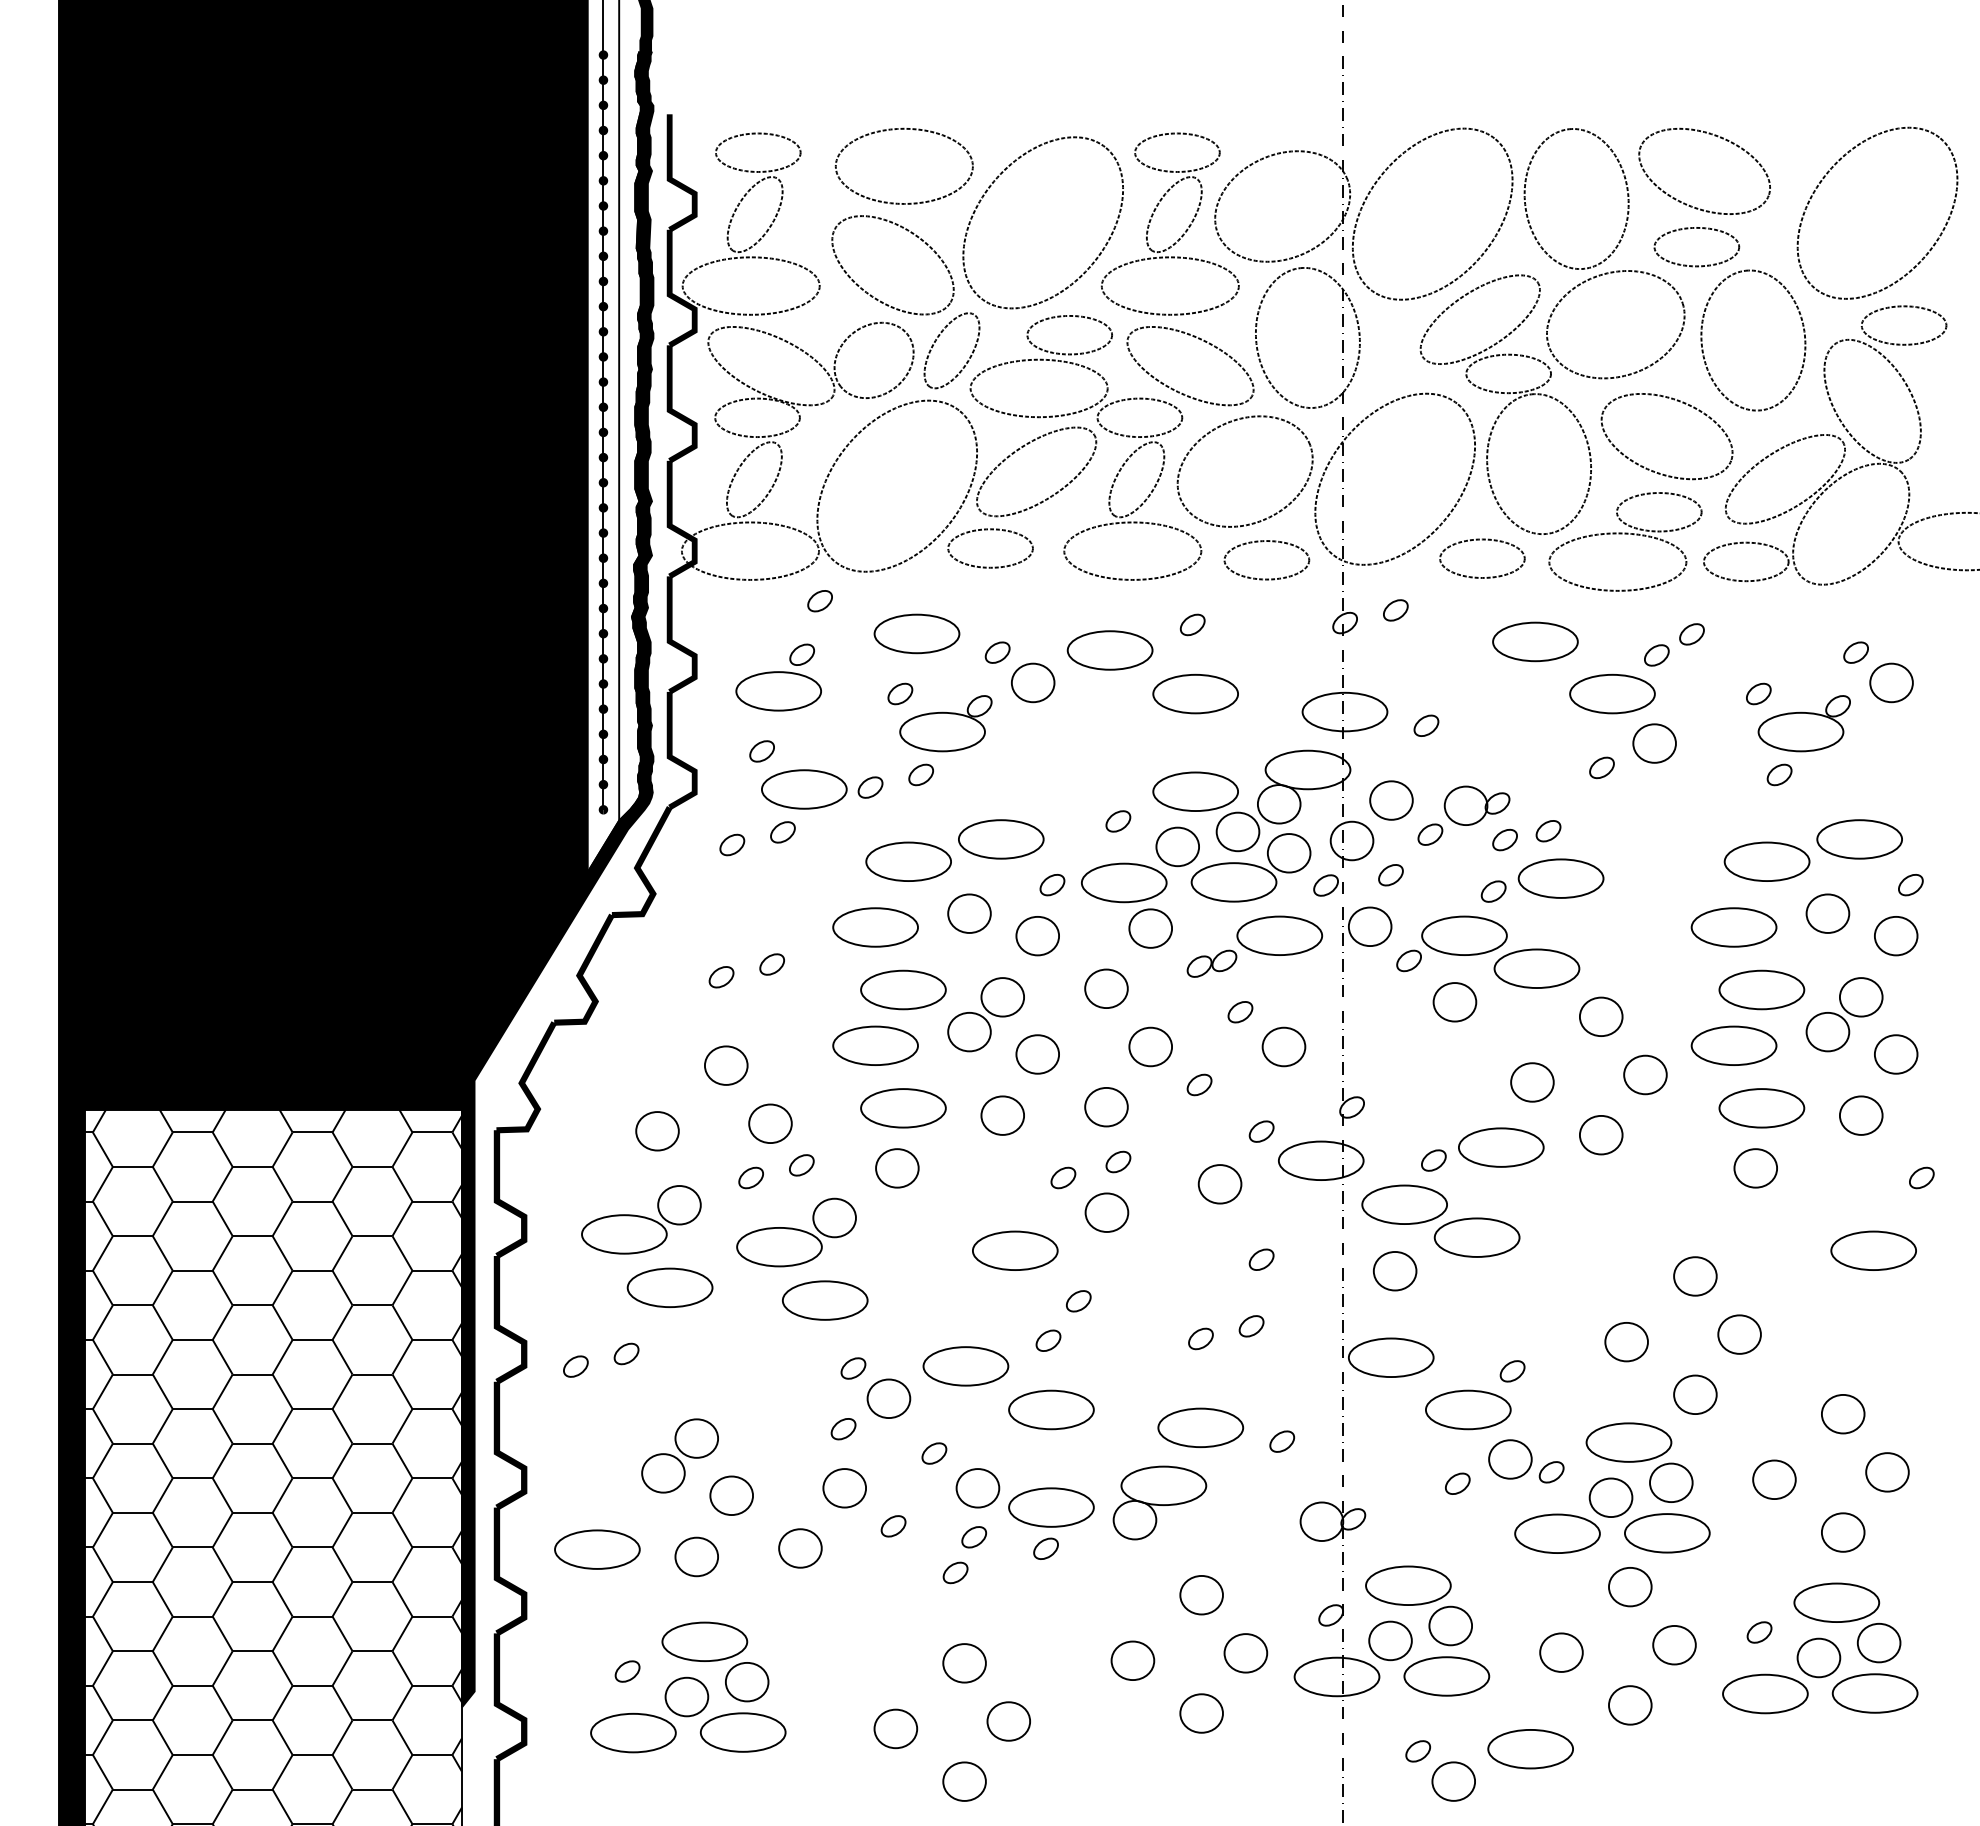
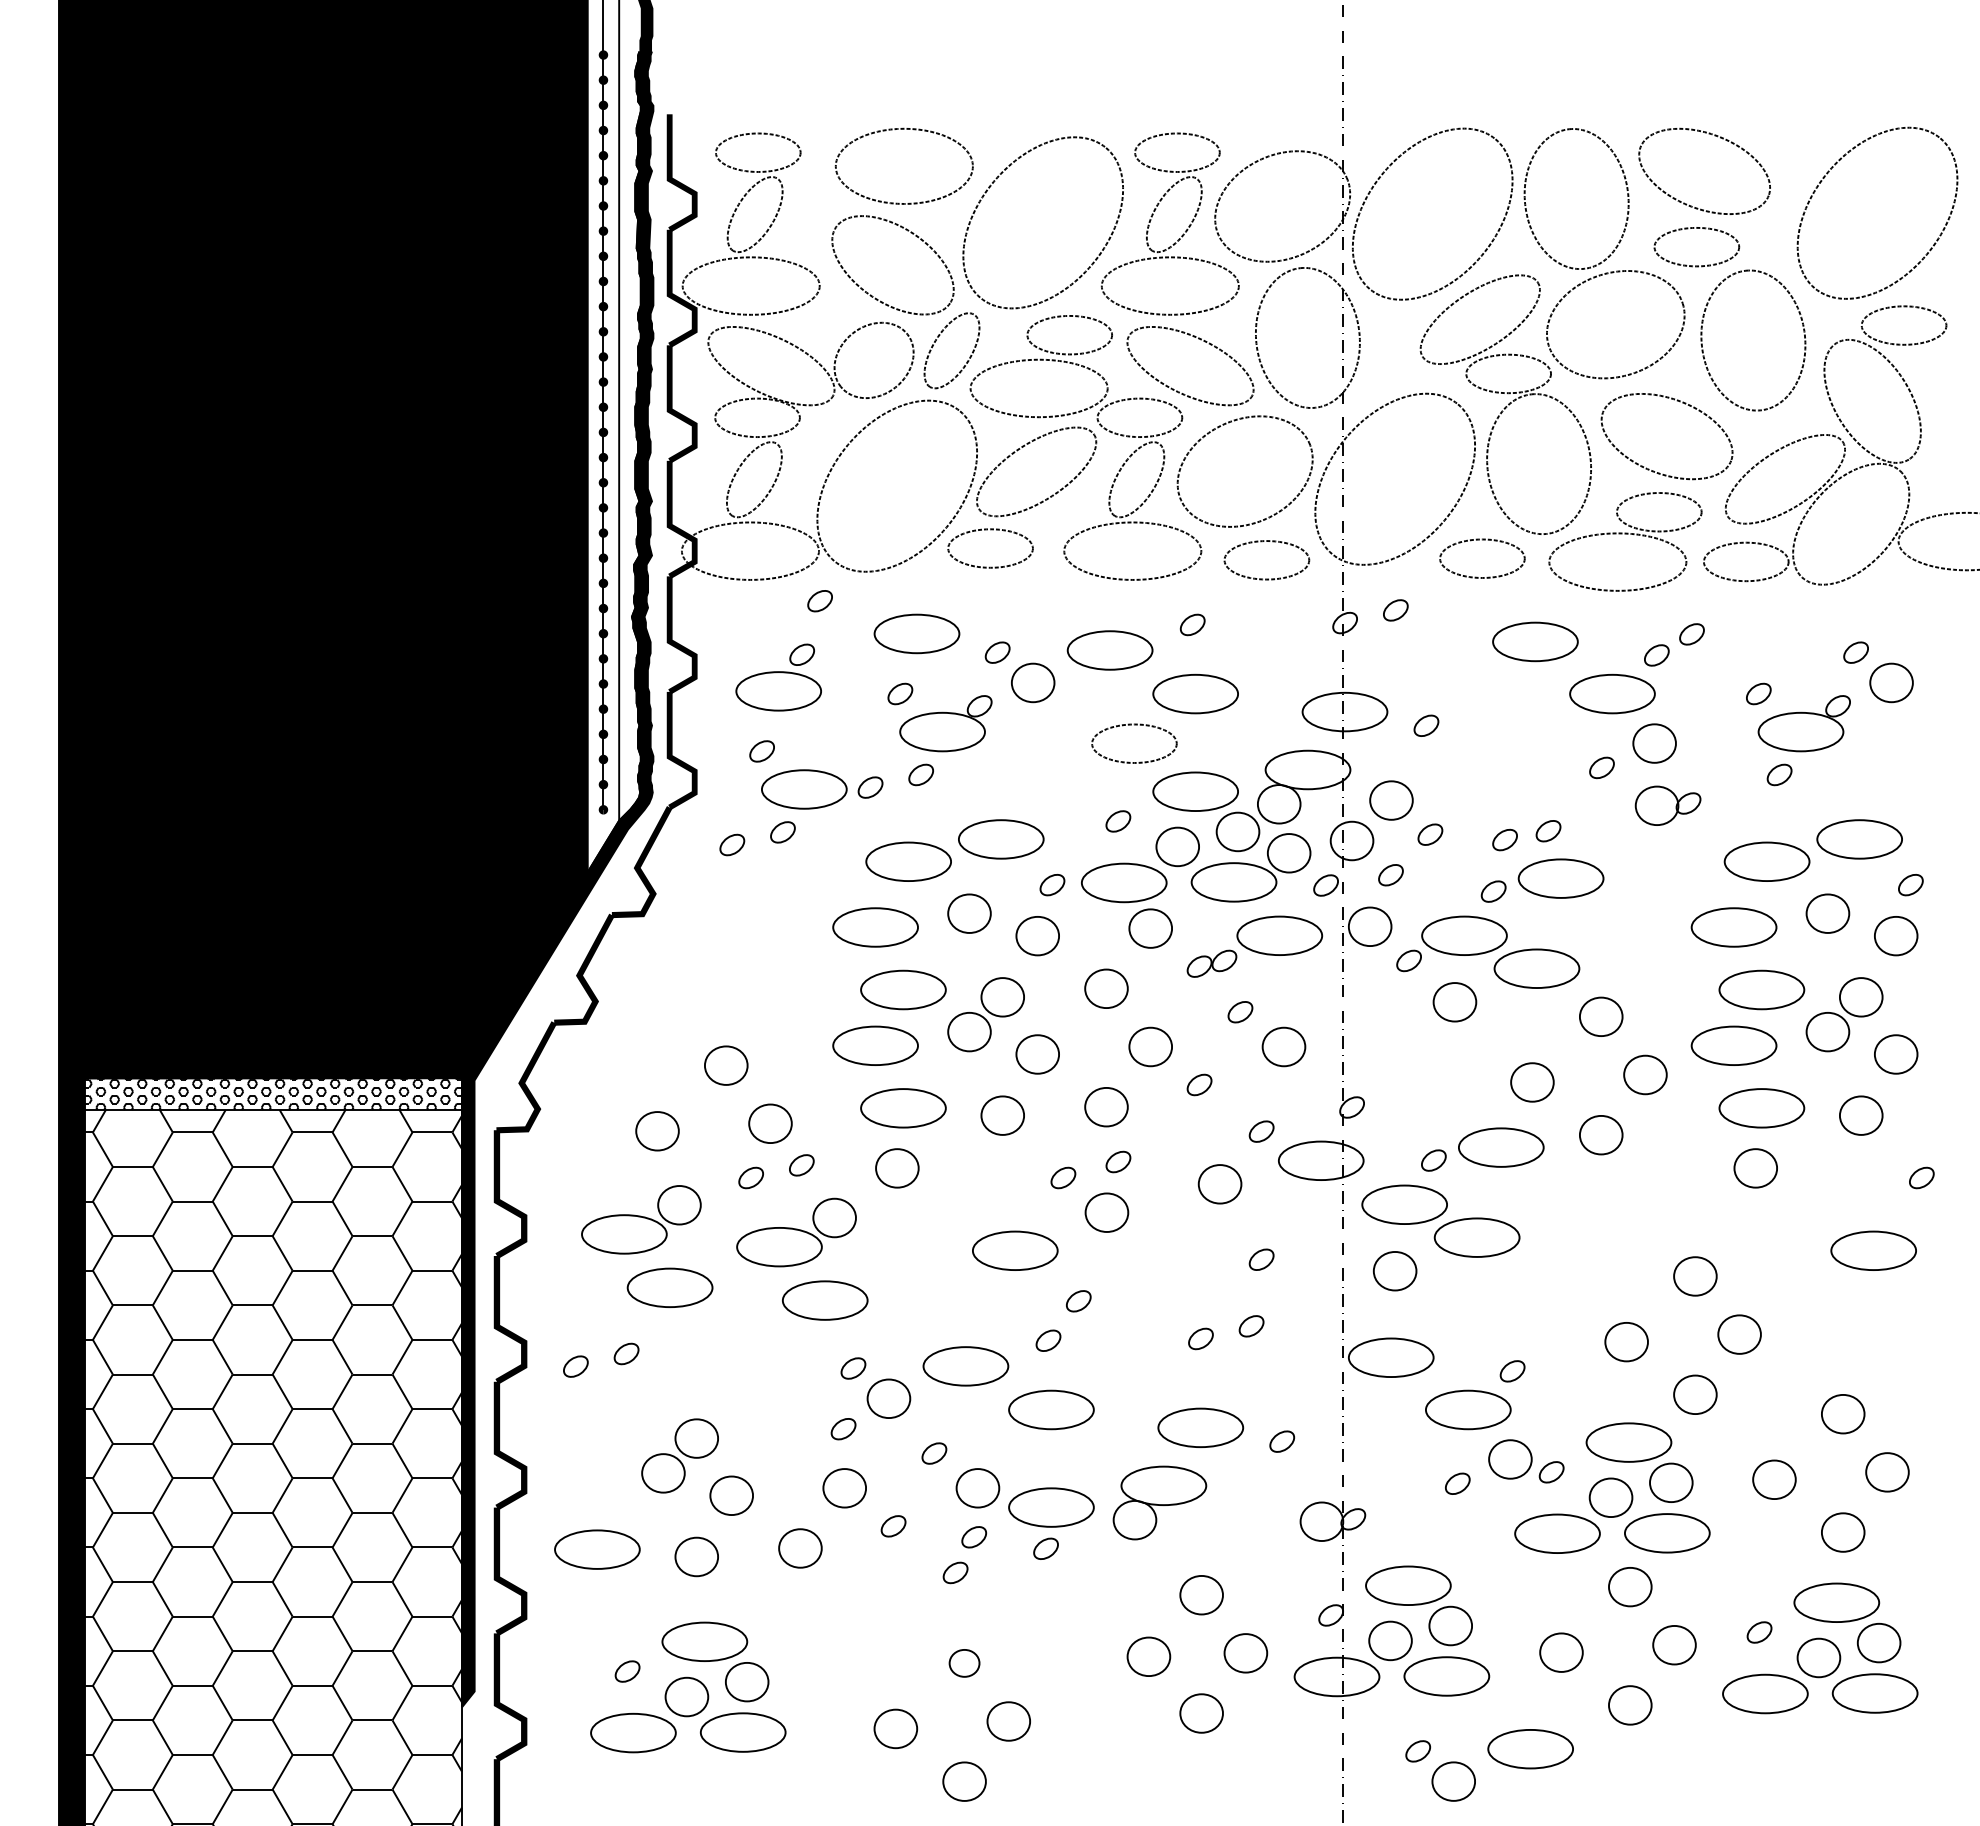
part at (1134, 725): none -> present
part at (1476, 805) position: (1476, 805) -> (1667, 805)
part at (771, 964): present -> none
part at (721, 977): present -> none
fill at (273, 1093): present -> none
part at (1132, 1660) position: (1132, 1660) -> (1148, 1656)
part at (964, 1663) size: 45x41 px -> 33x29 px
